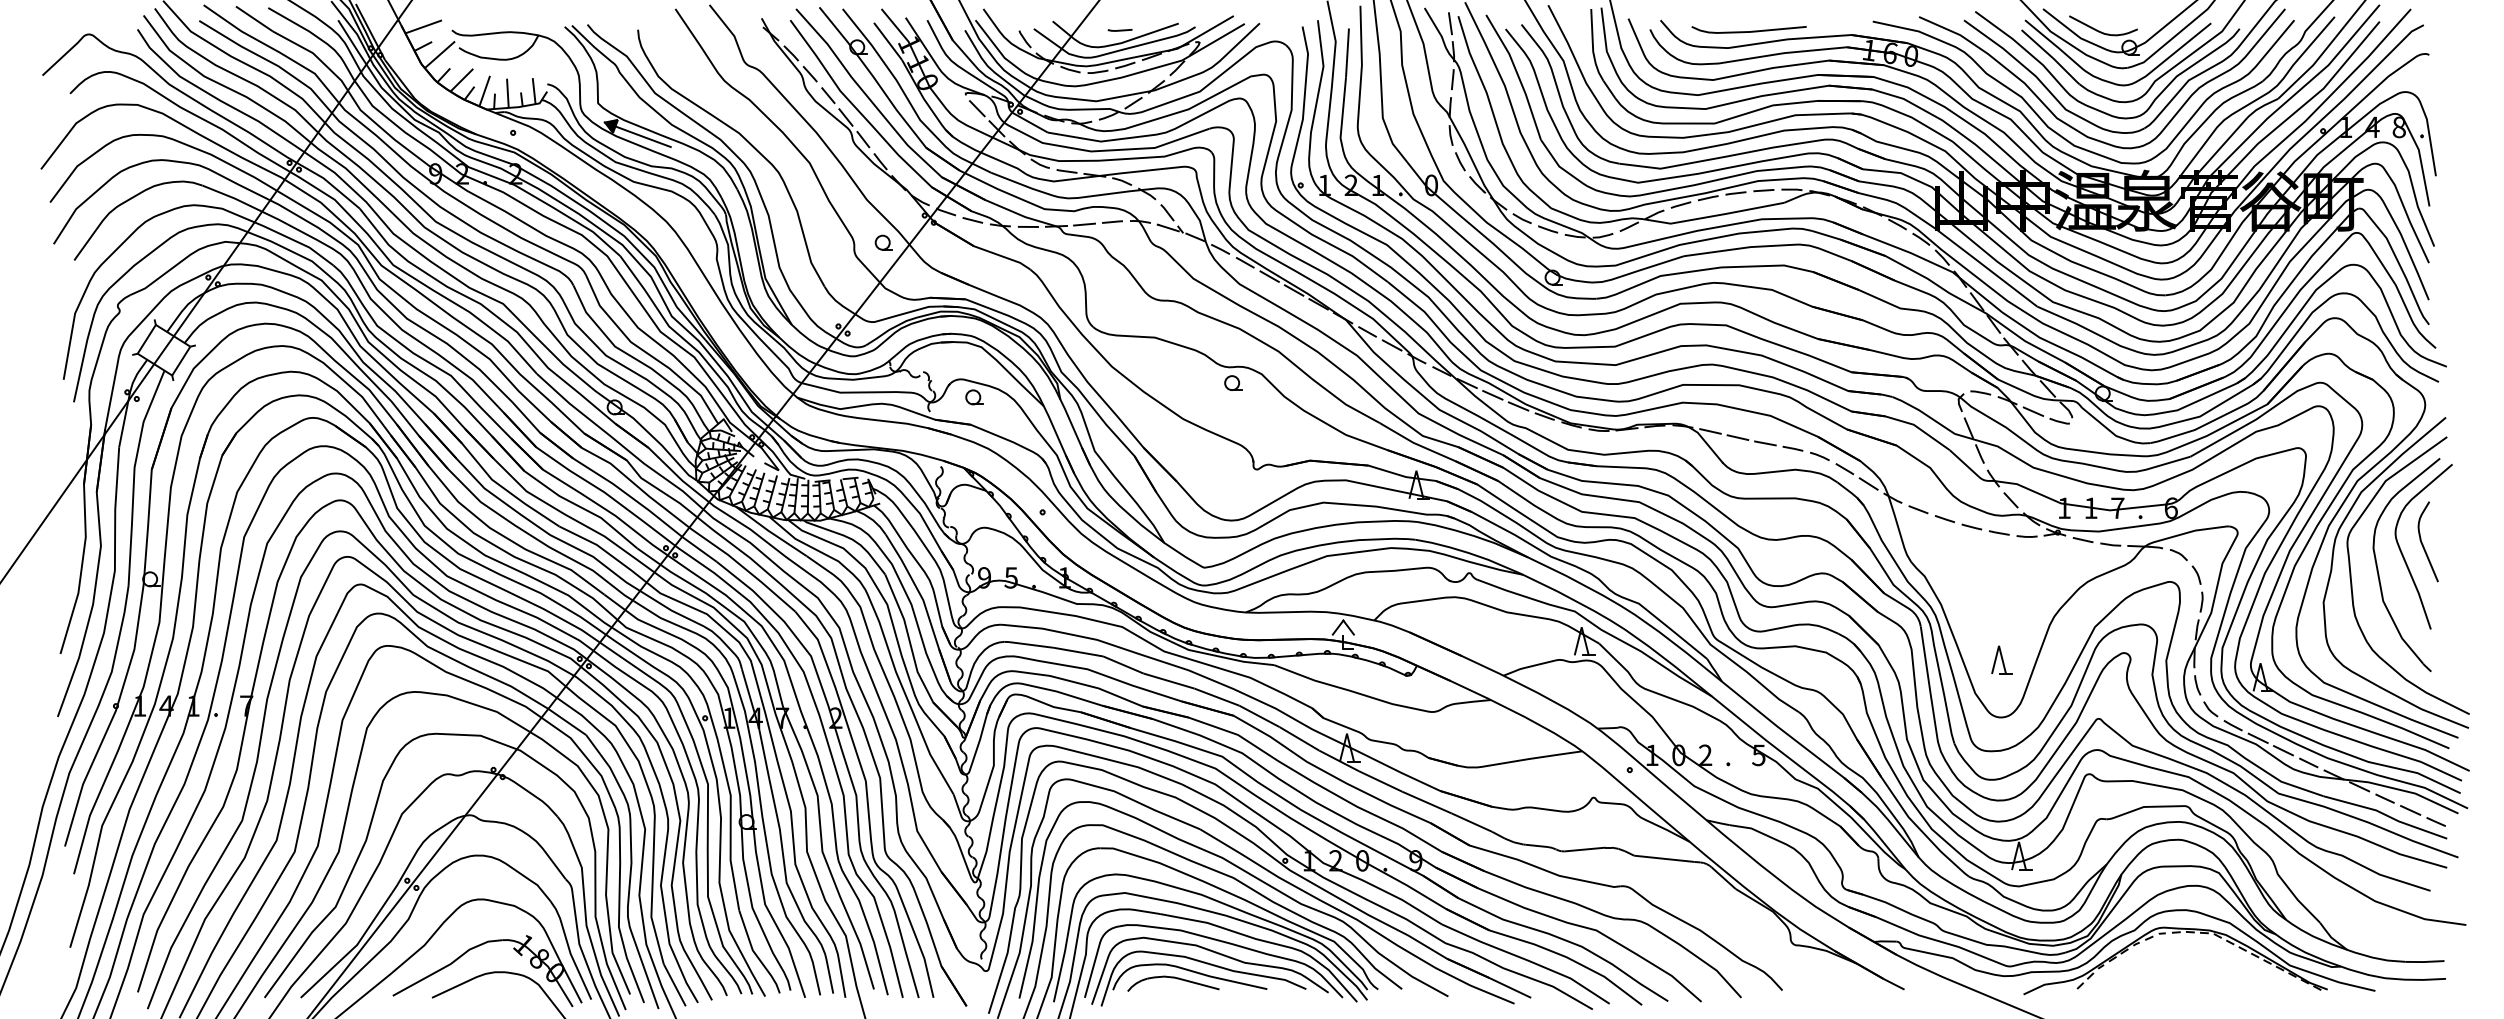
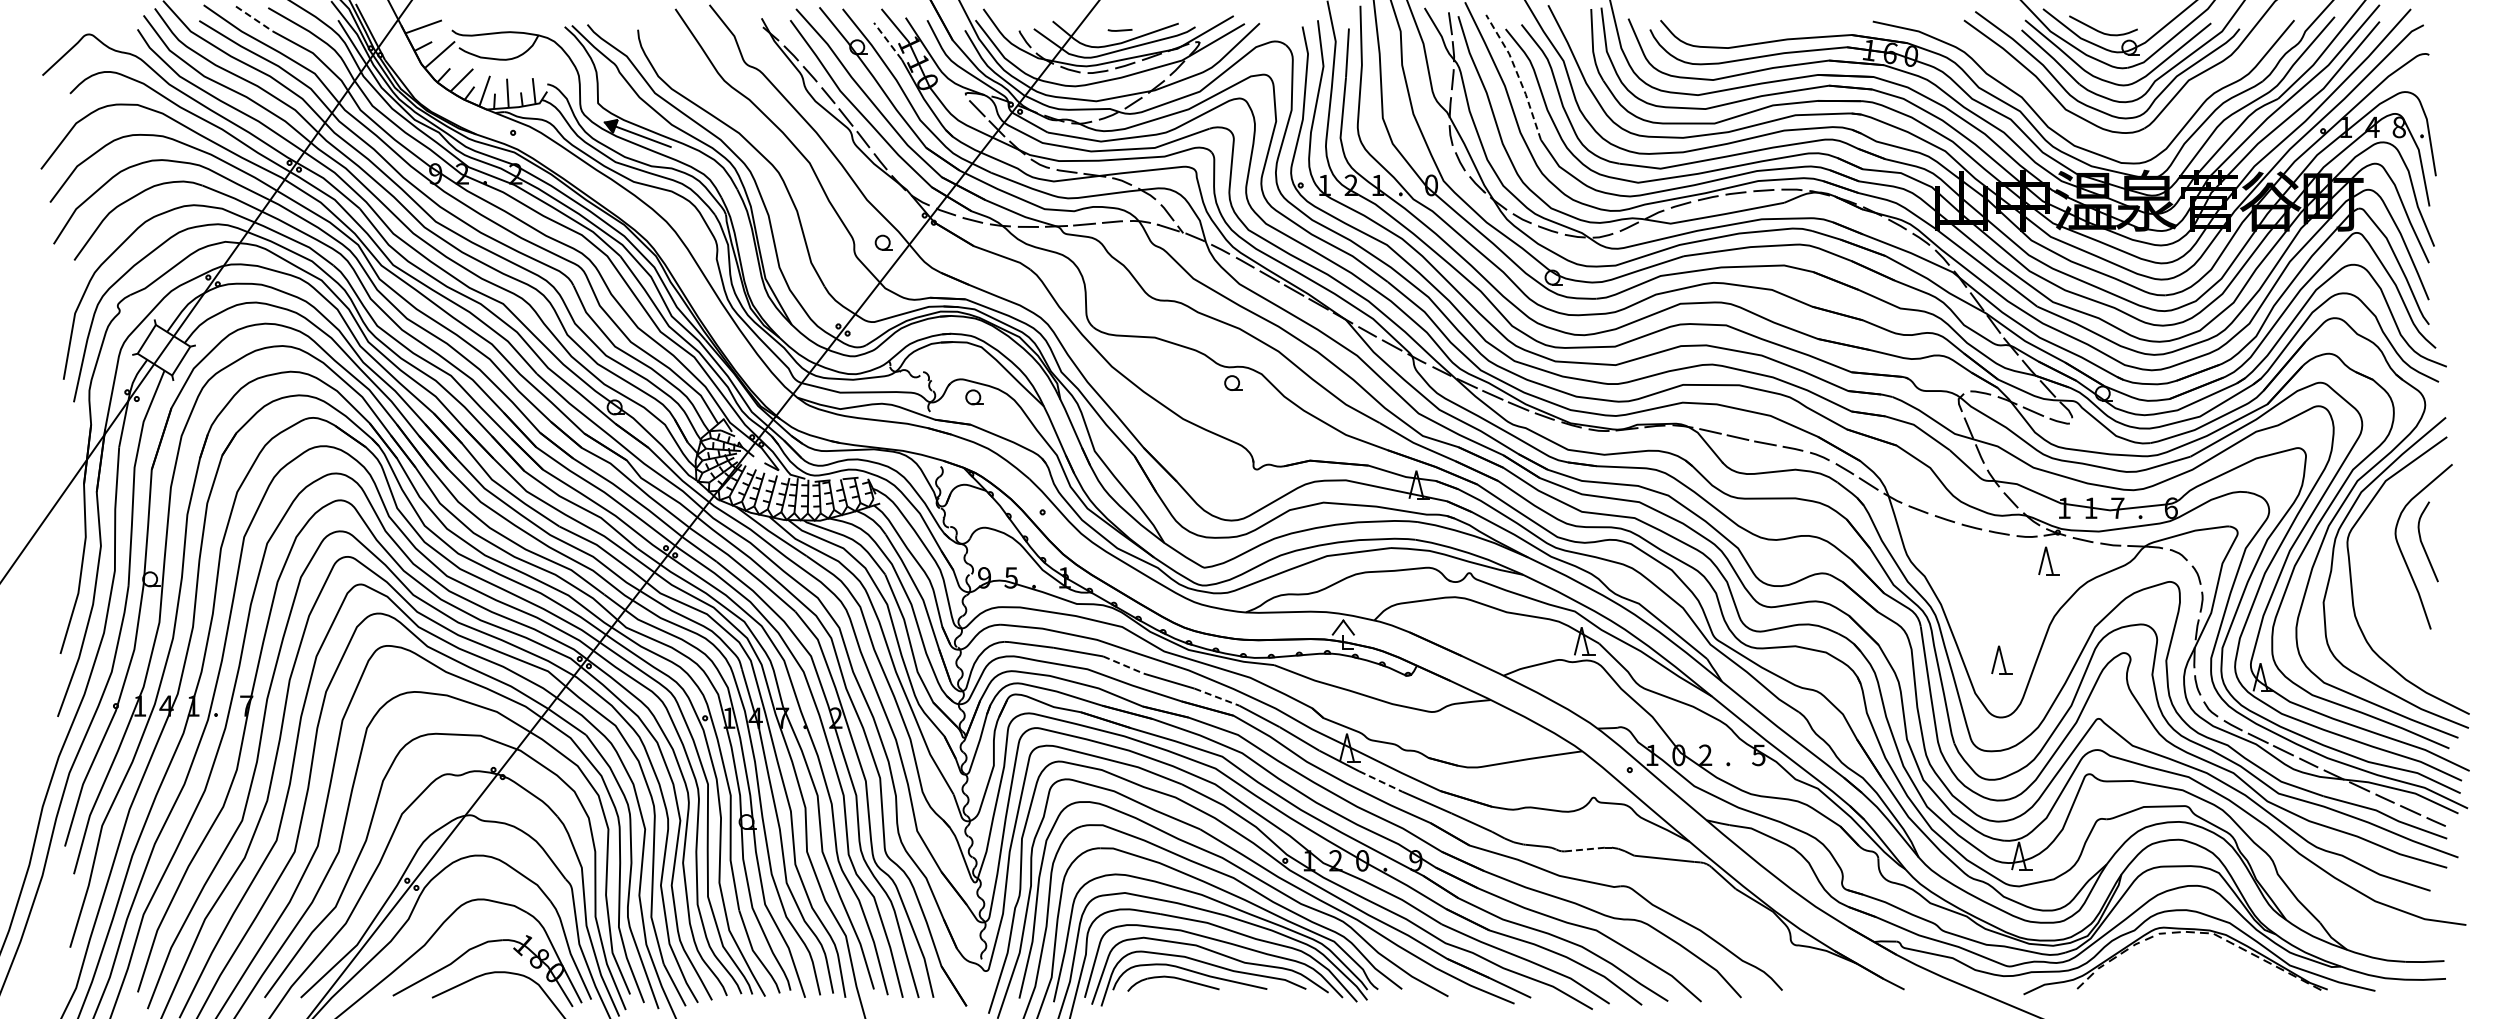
line at (254, 19): solid -> dashed
curve at (1748, 31): present -> none
line at (887, 40): solid -> dashed
line at (1517, 75): solid -> dashed
curve at (2074, 127): present -> none
part at (2048, 560): none -> present
part at (2378, 568): present -> none
line at (1123, 665): solid -> dashed
line at (1216, 697): solid -> dashed
line at (1380, 781): solid -> dashed
line at (1585, 849): solid -> dashed
